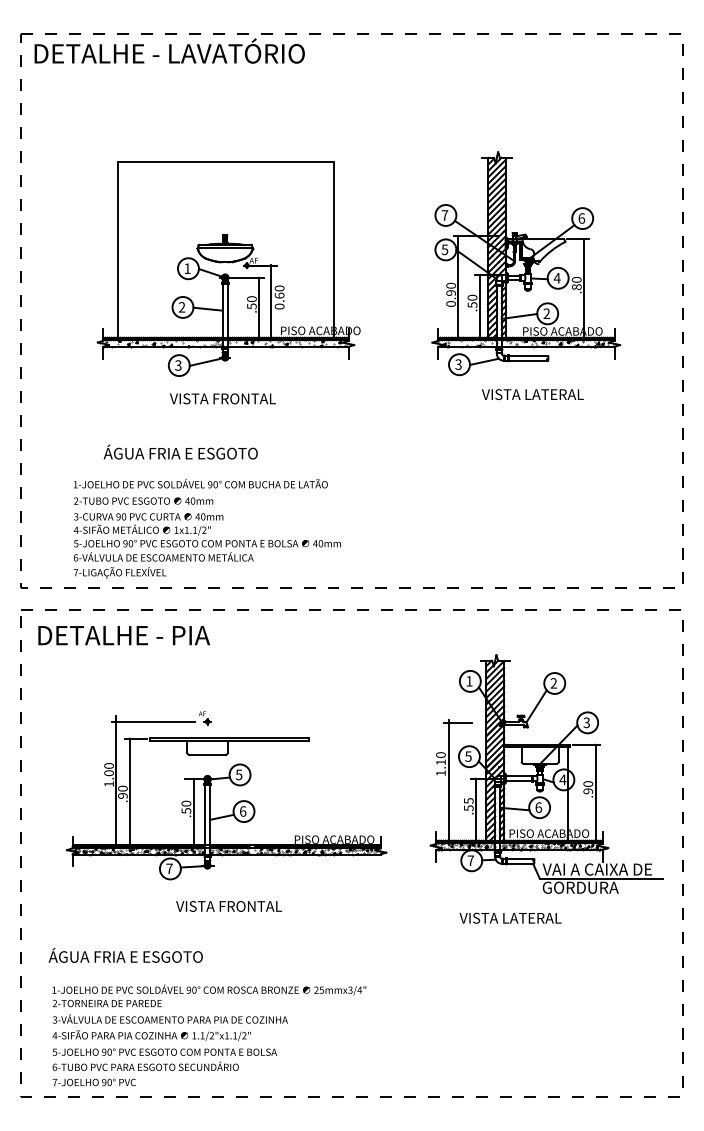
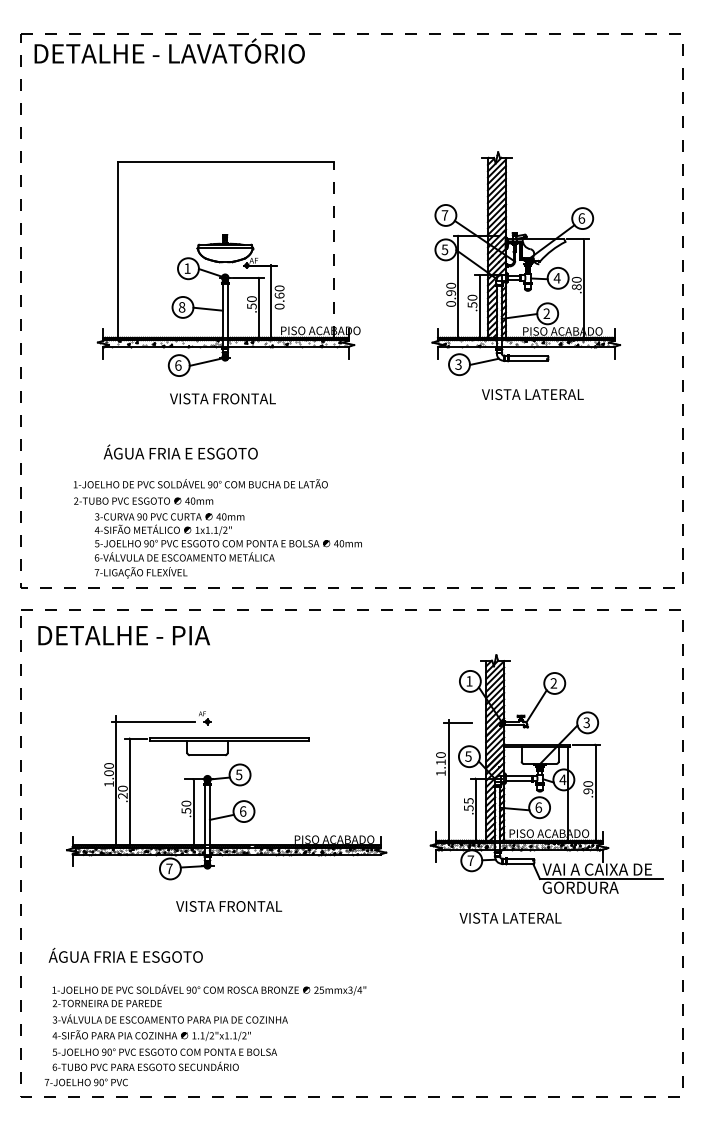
line at (333, 249): solid -> dashed
text at (181, 307): 2 -> 8
text at (178, 365): 3 -> 6
text at (206, 545) position: (206, 545) -> (227, 545)
text at (122, 795): .90 -> .20
text at (93, 1082) position: (93, 1082) -> (85, 1082)
